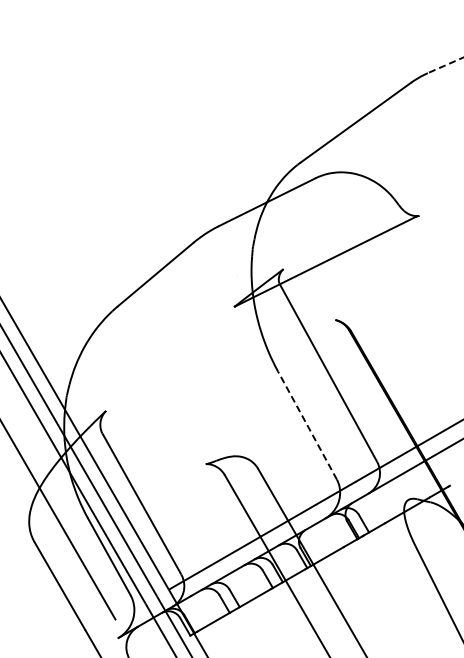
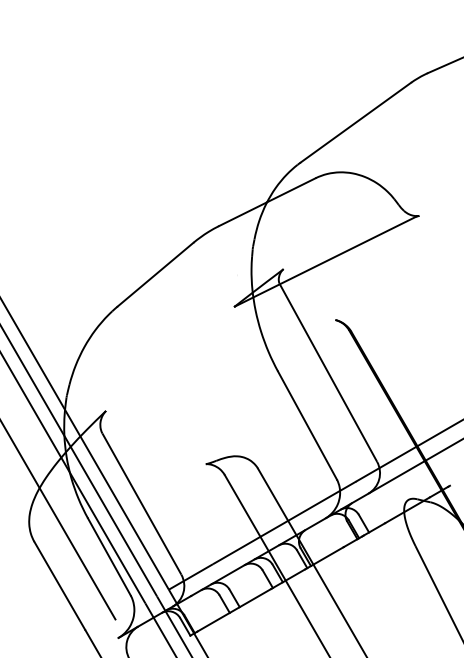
line at (445, 65): dashed -> solid
line at (307, 425): dashed -> solid
